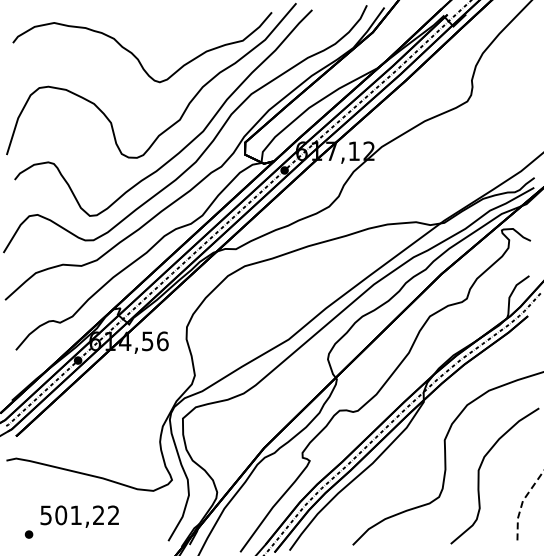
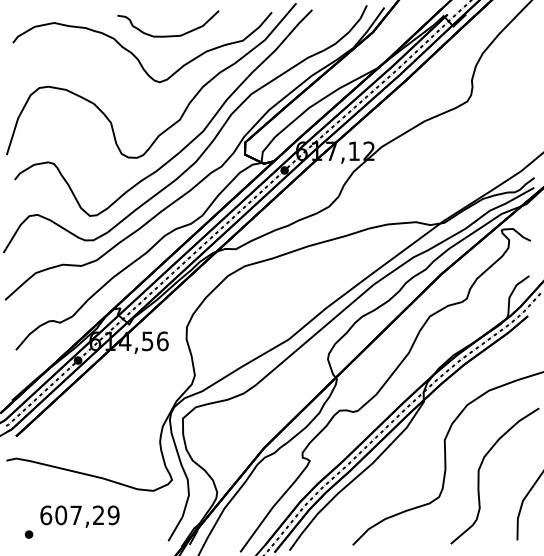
curve at (168, 35): none -> present
line at (522, 502): dashed -> solid
text at (79, 515): 501,22 -> 607,29
